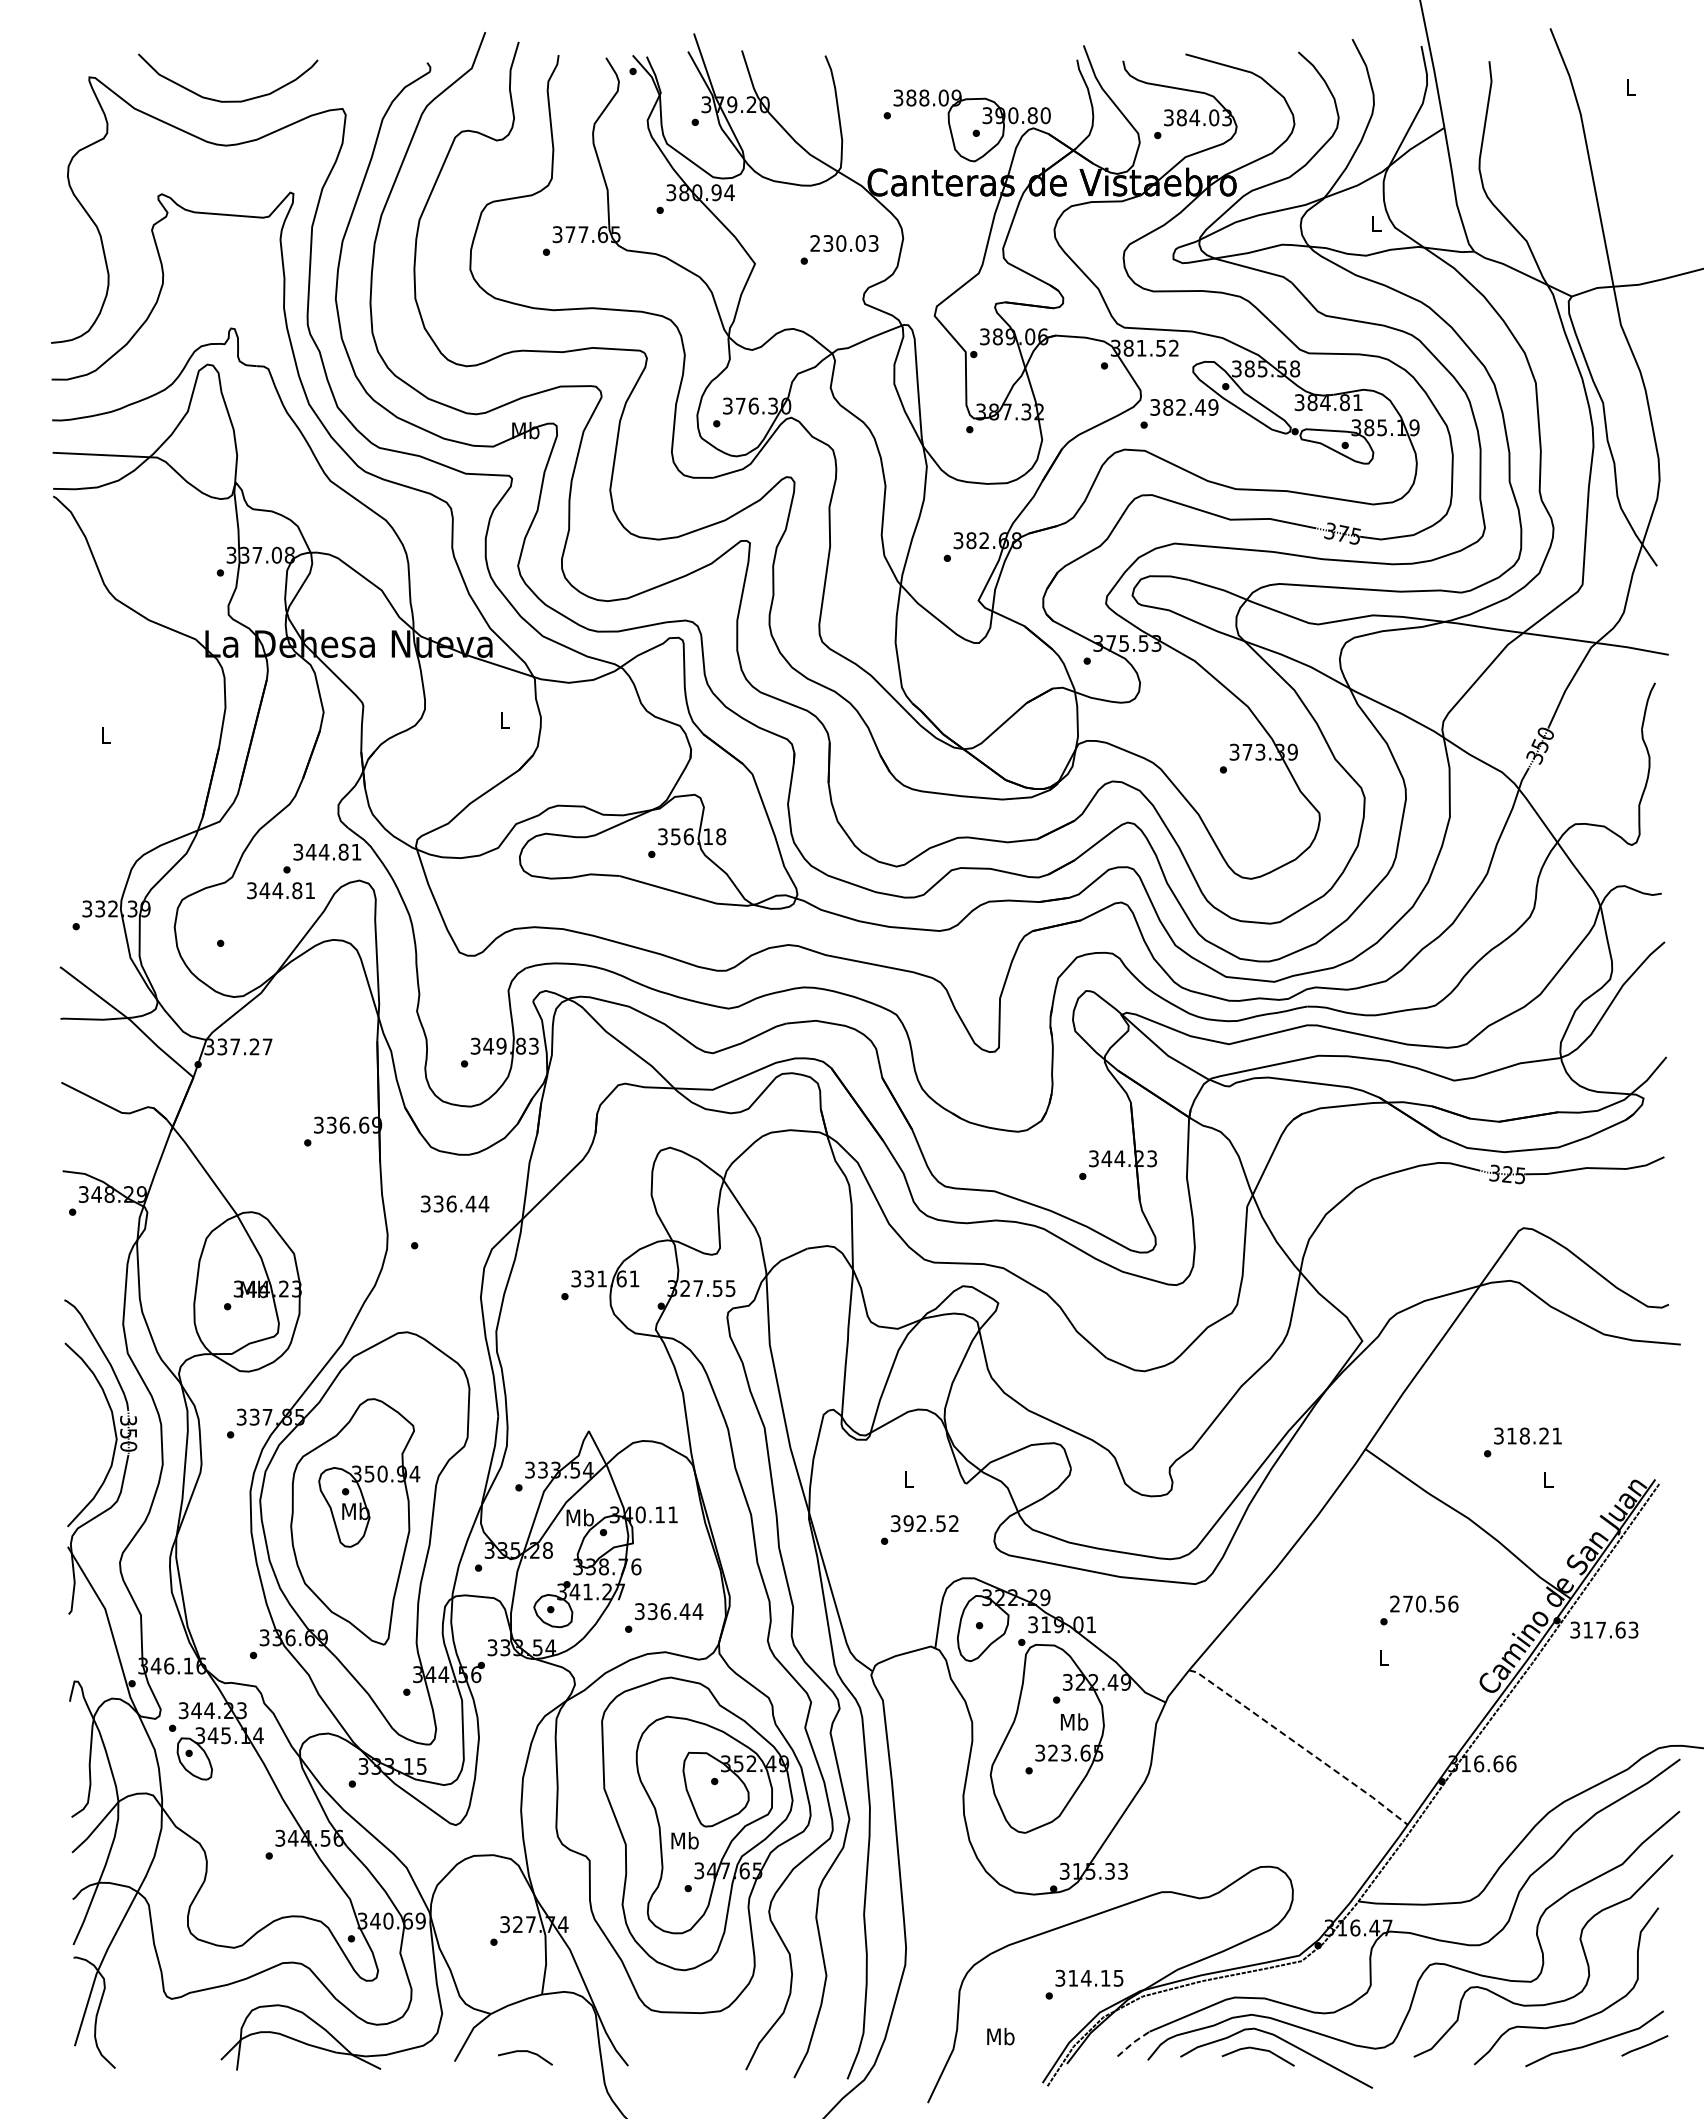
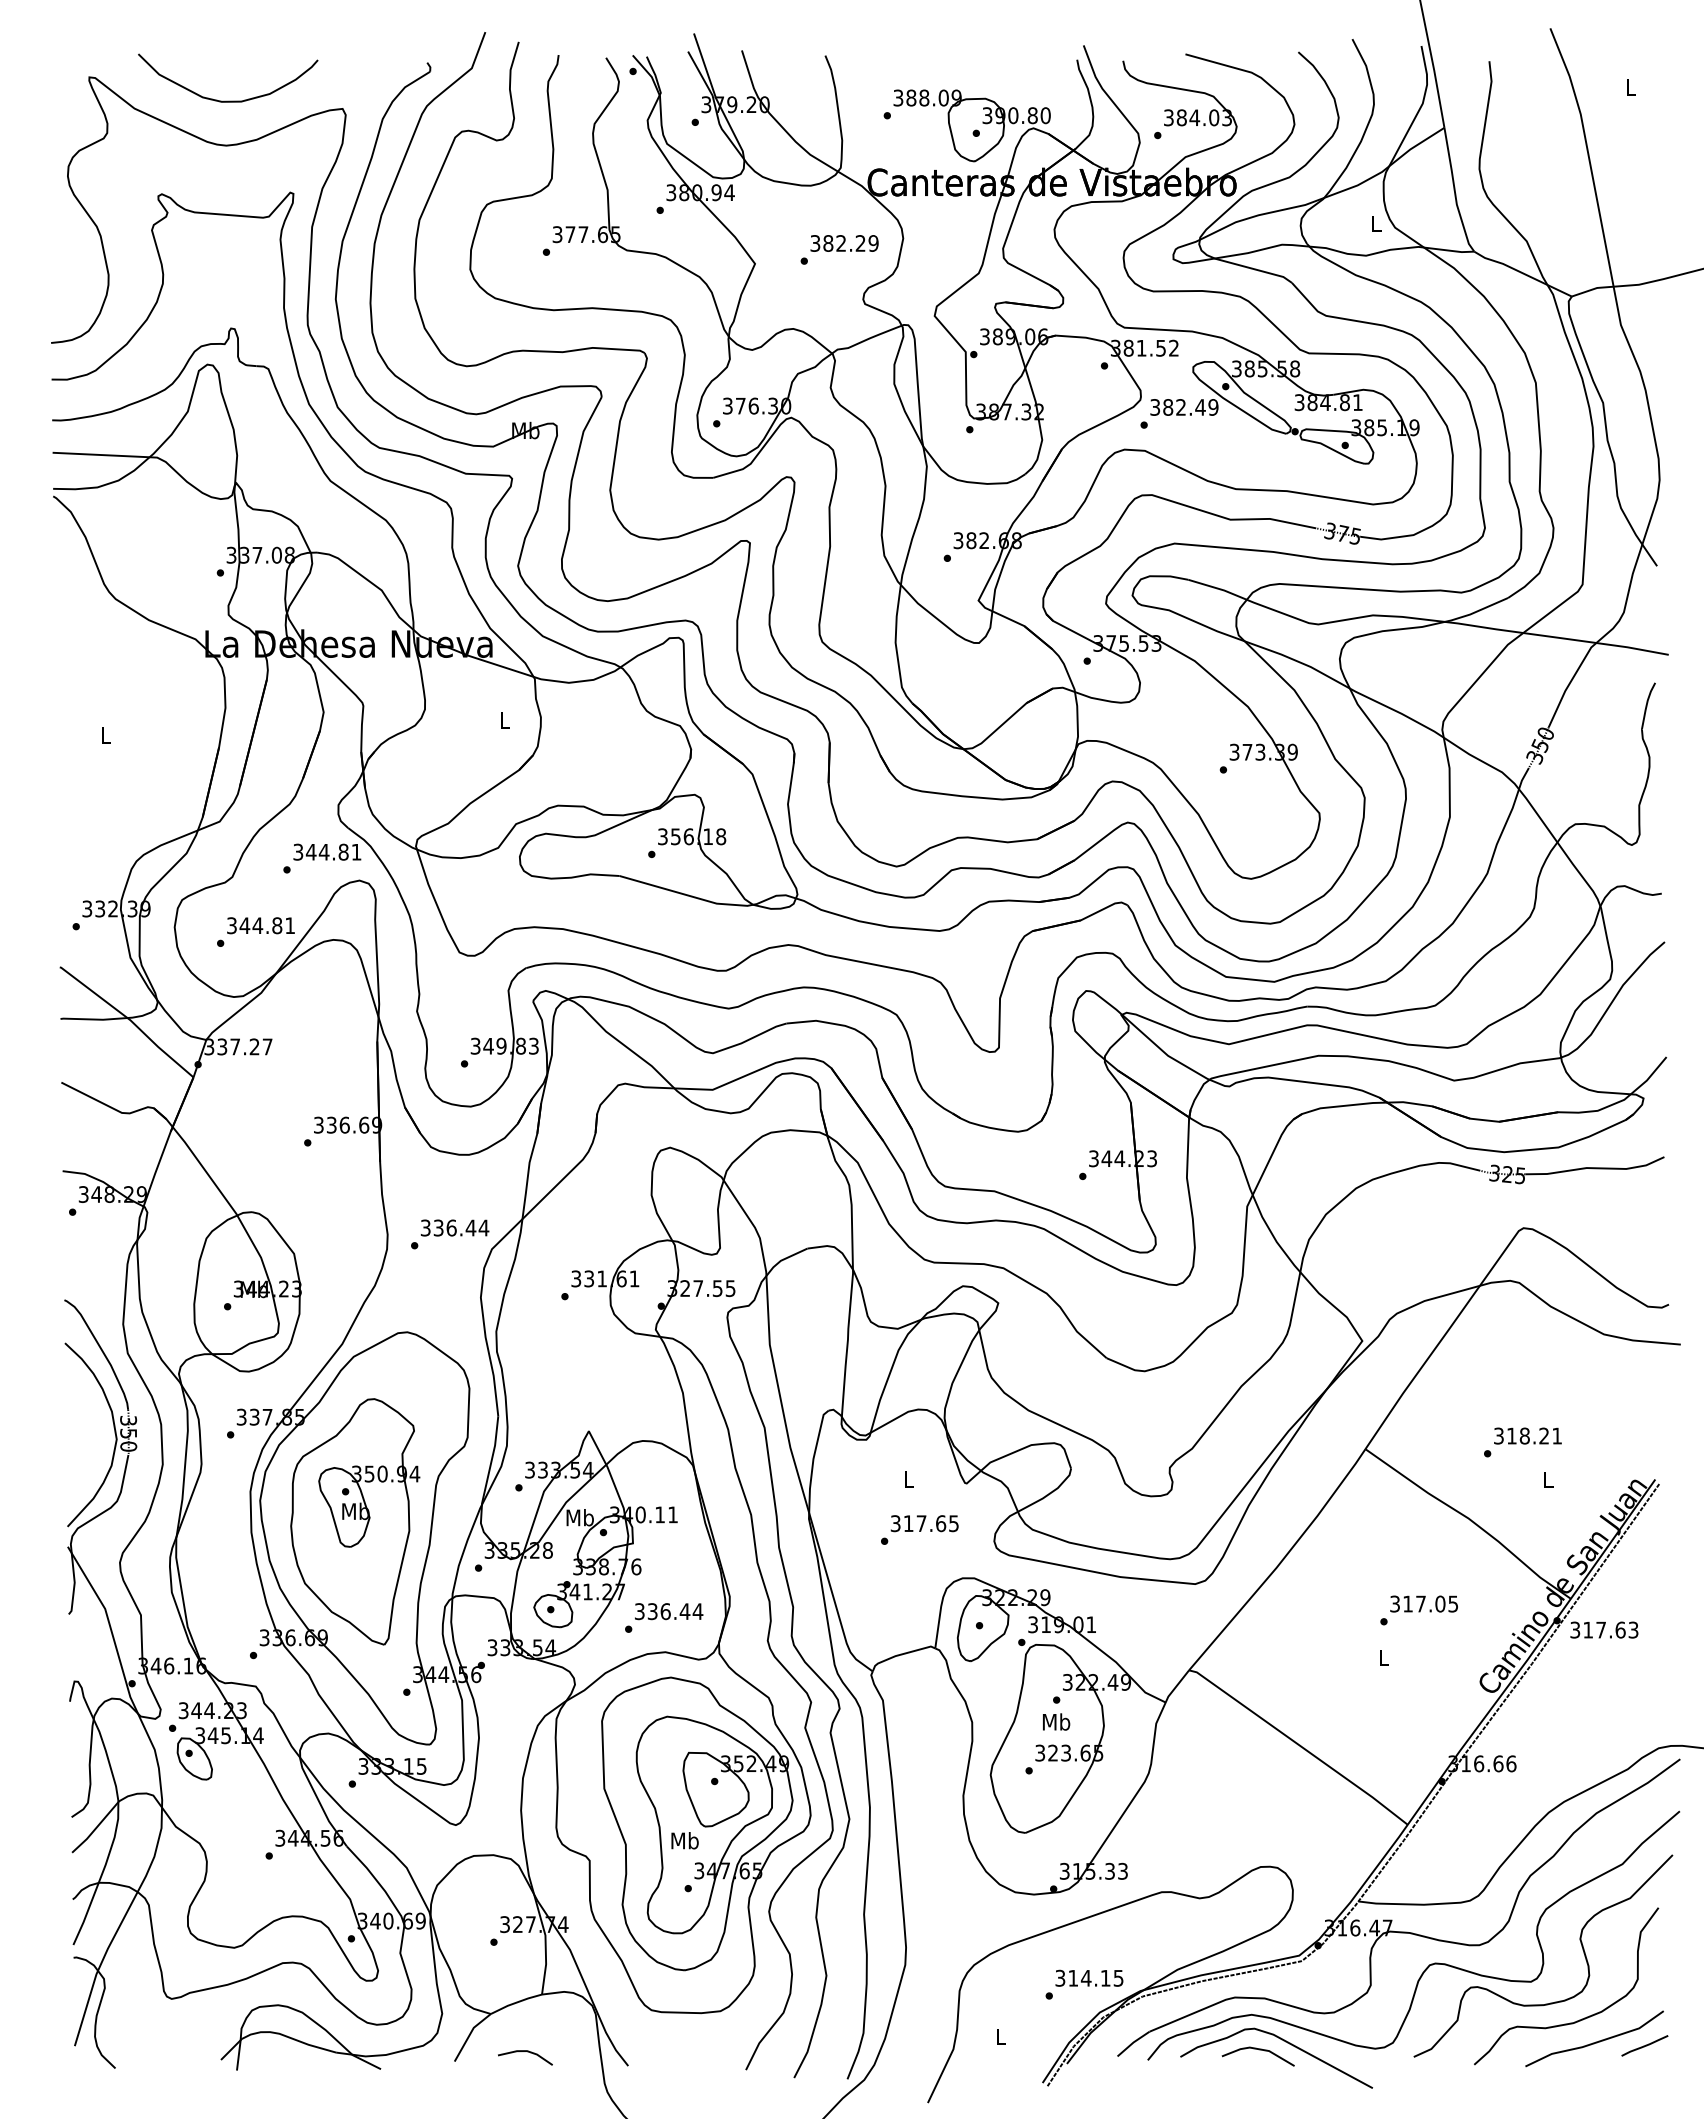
text at (844, 243): 230.03 -> 382.29
text at (280, 890) position: (280, 890) -> (260, 925)
text at (454, 1203) position: (454, 1203) -> (454, 1227)
text at (930, 1523): 392.52 -> 317.65
text at (1424, 1603): 270.56 -> 317.05
text at (1074, 1721) position: (1074, 1721) -> (1056, 1721)
line at (1299, 1745): dashed -> solid
text at (1000, 2036): Mb -> L
line at (1133, 2042): dashed -> solid
